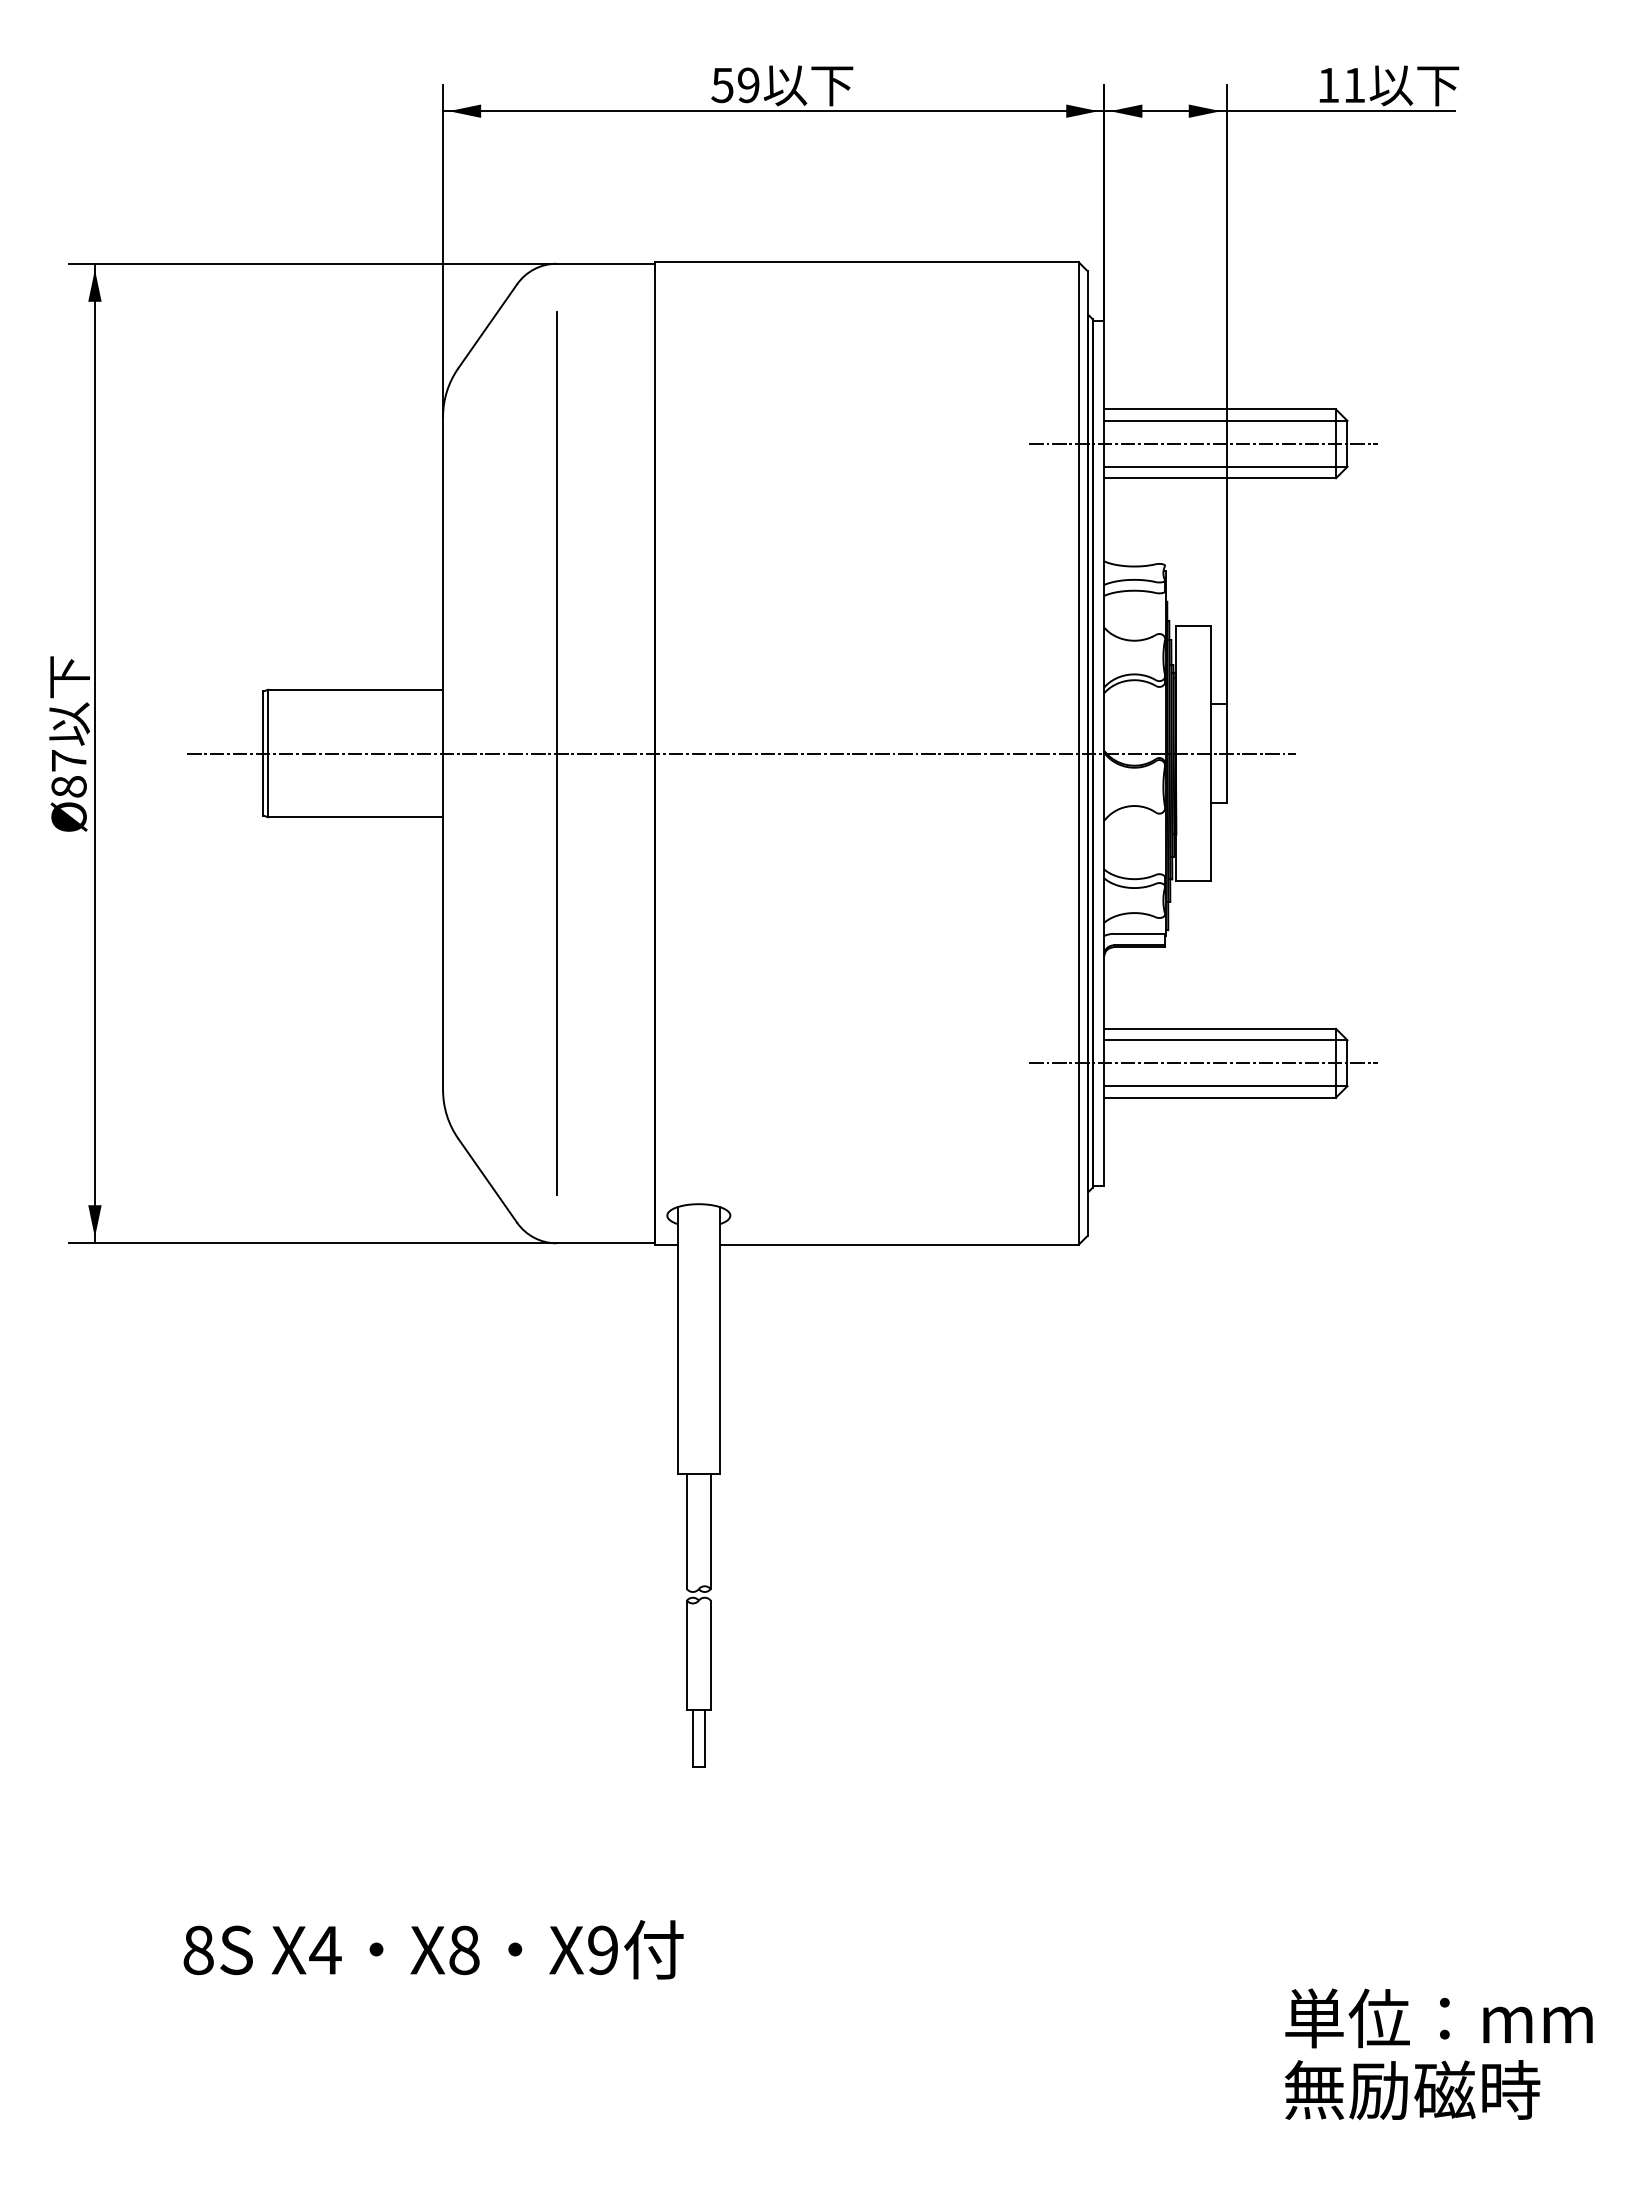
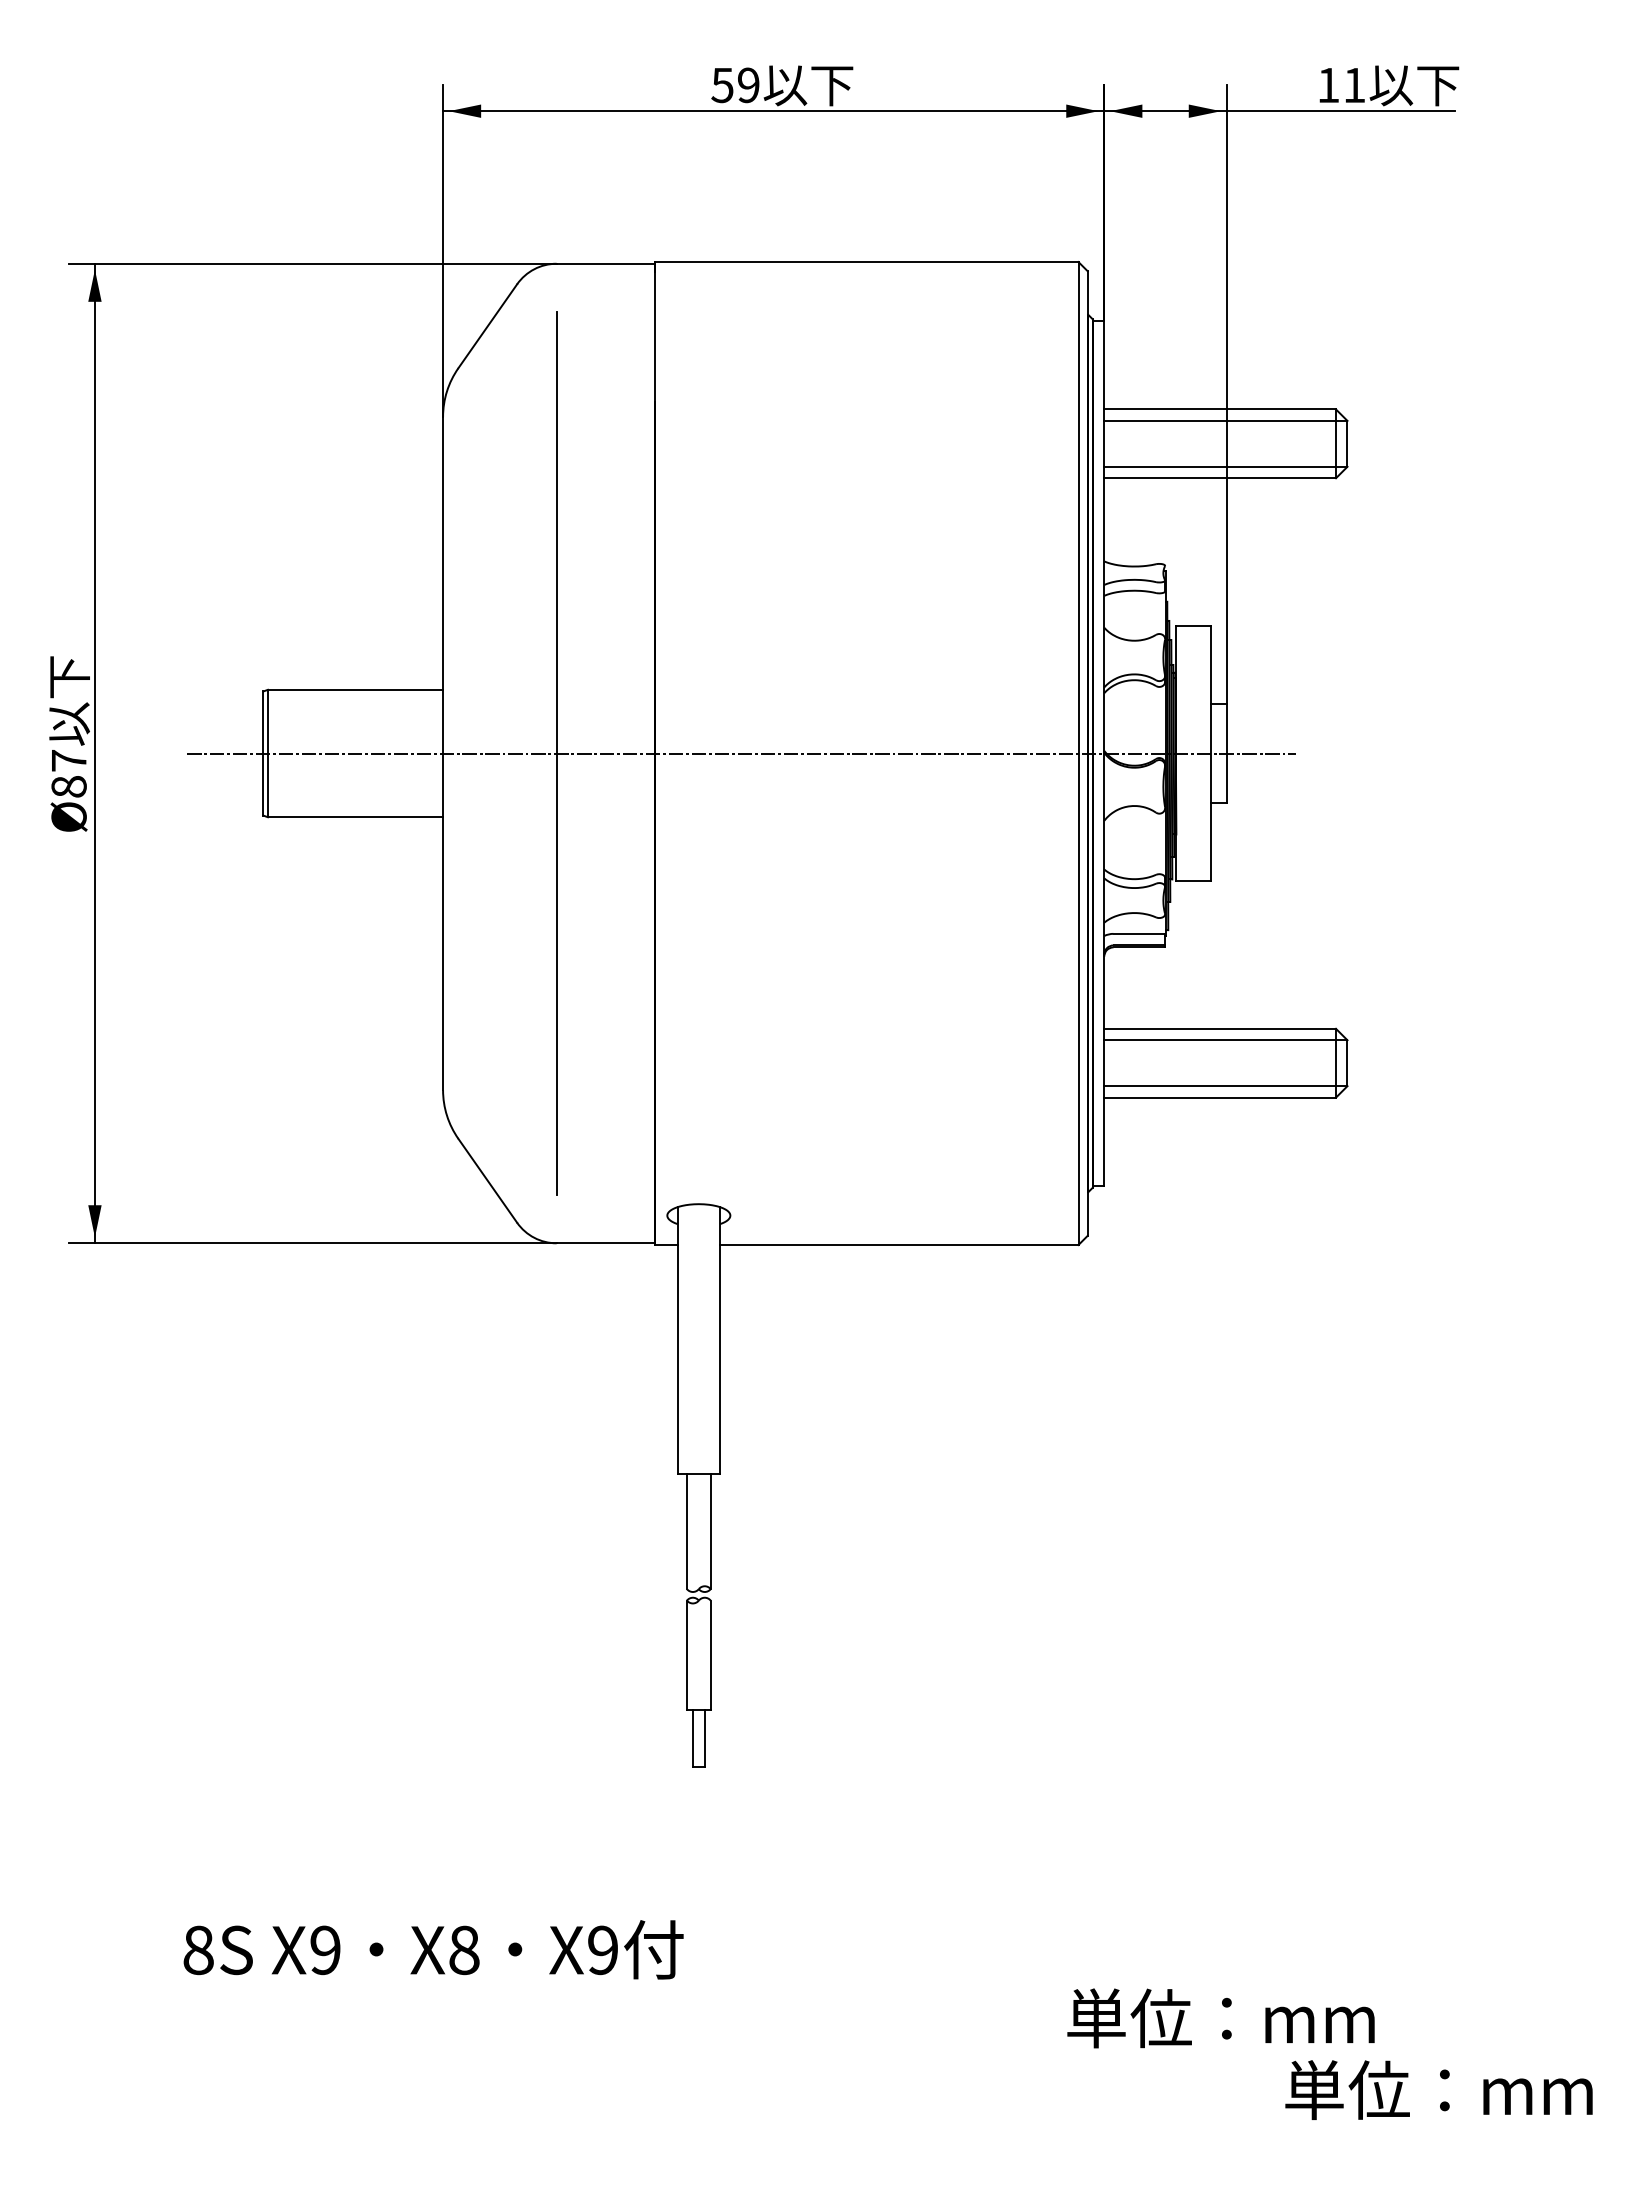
line at (1203, 443): present -> none
line at (1203, 1063): present -> none
text at (325, 1950): X4 -> X9
text at (1438, 2018) position: (1438, 2018) -> (1220, 2018)
text at (1438, 2090): 無励磁時 -> 単位：mm
